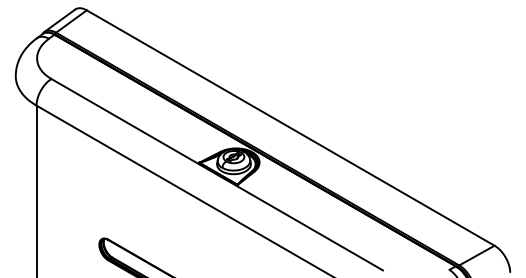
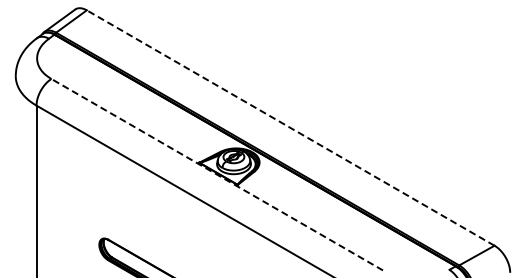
line at (290, 127): solid -> dashed
line at (216, 174): solid -> dashed
